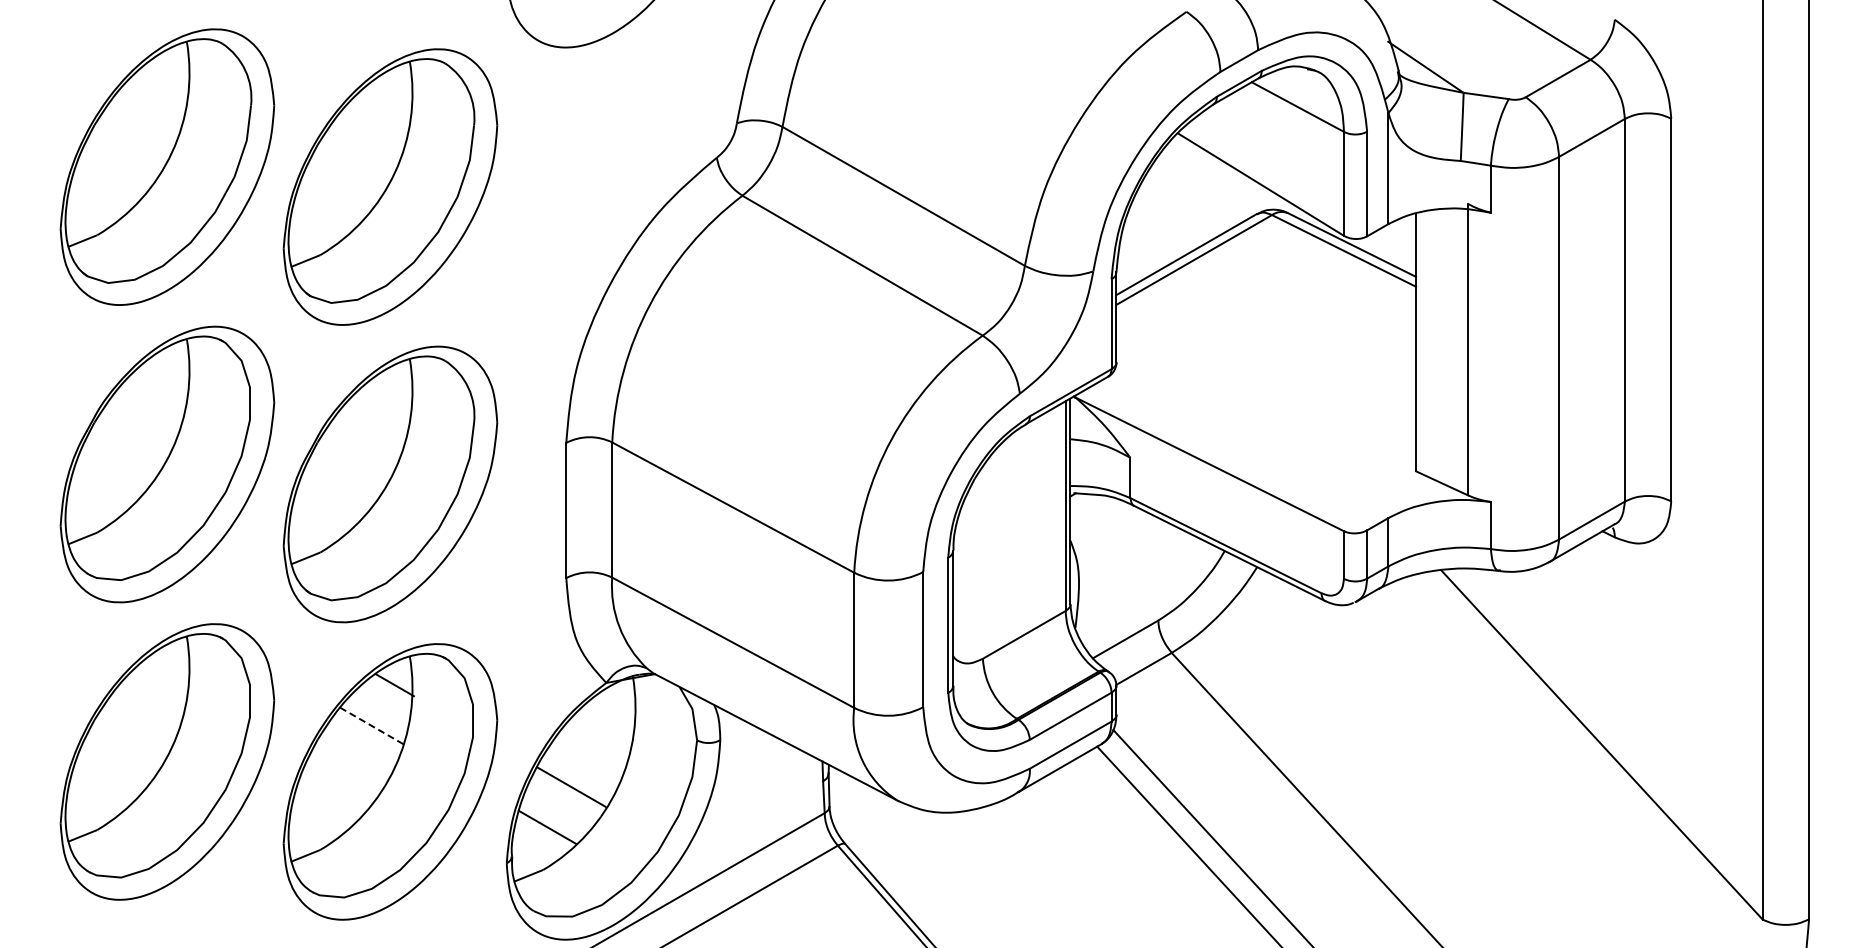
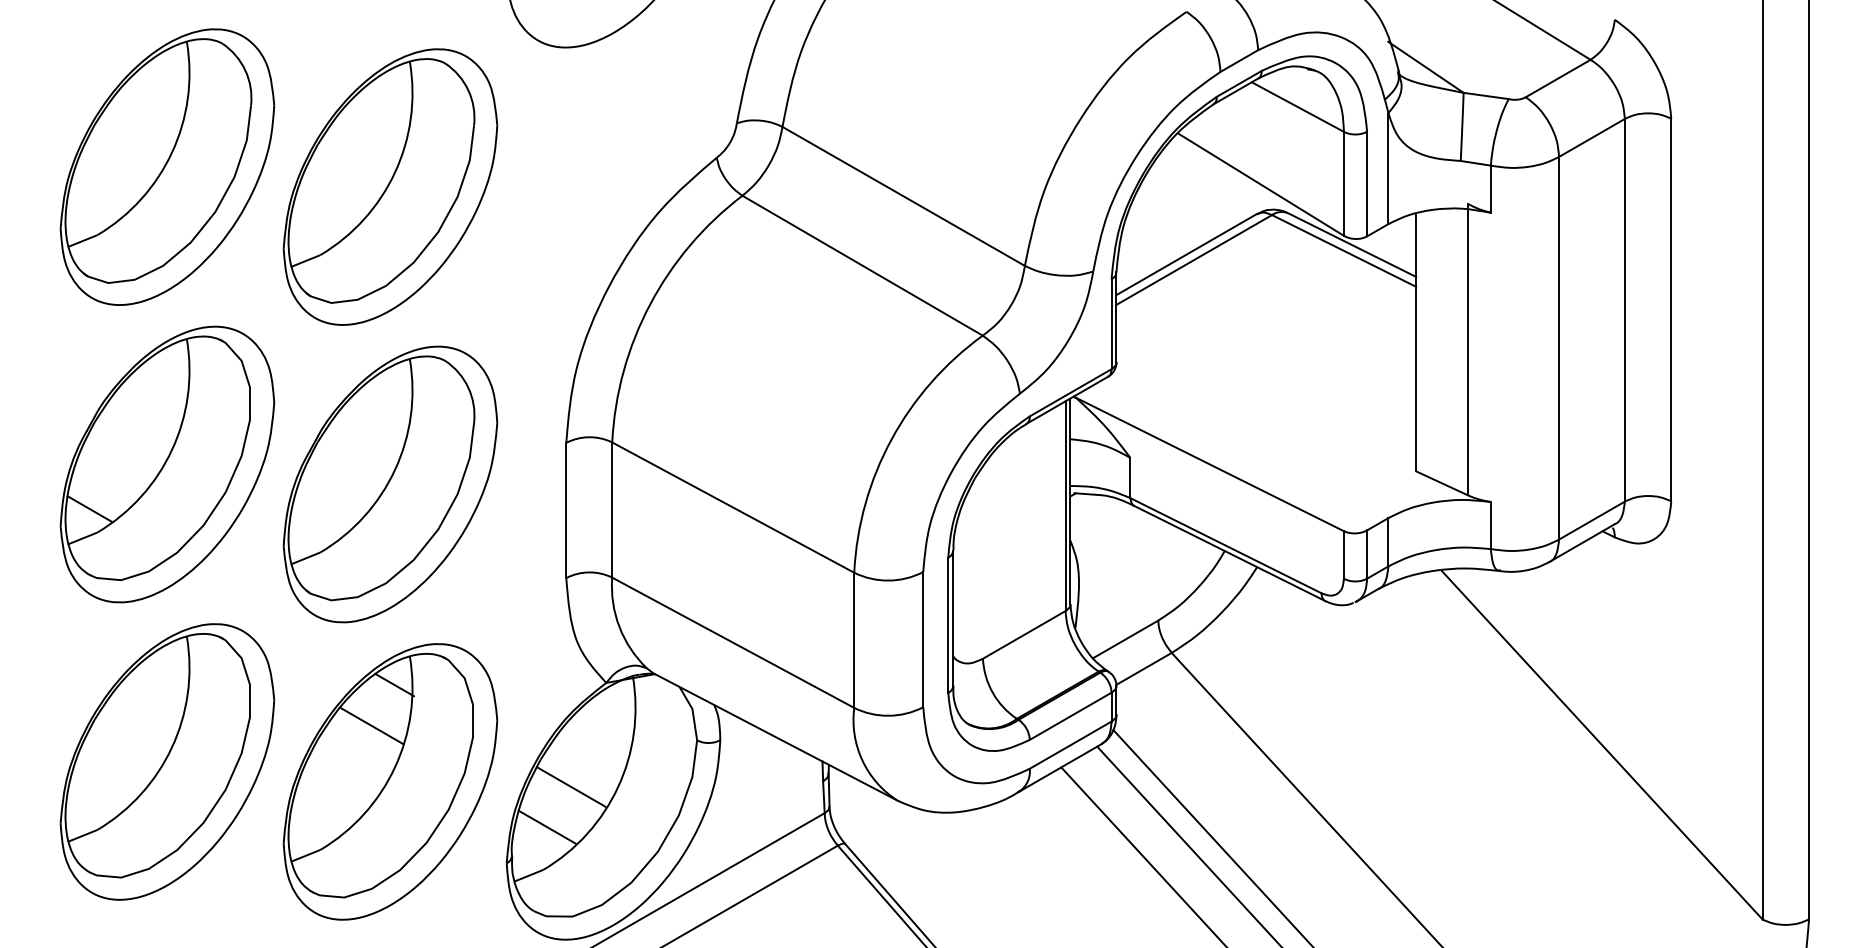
line at (89, 509): none -> present
line at (371, 725): dashed -> solid
line at (1142, 855): none -> present
